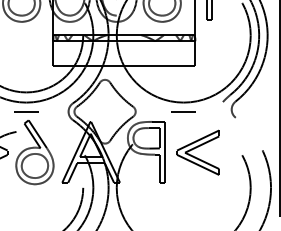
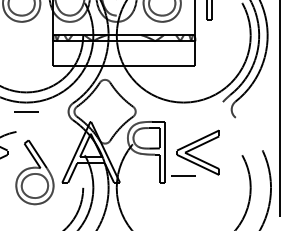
line at (183, 111) position: (183, 111) -> (183, 175)
part at (34, 152) position: (34, 152) -> (34, 172)
